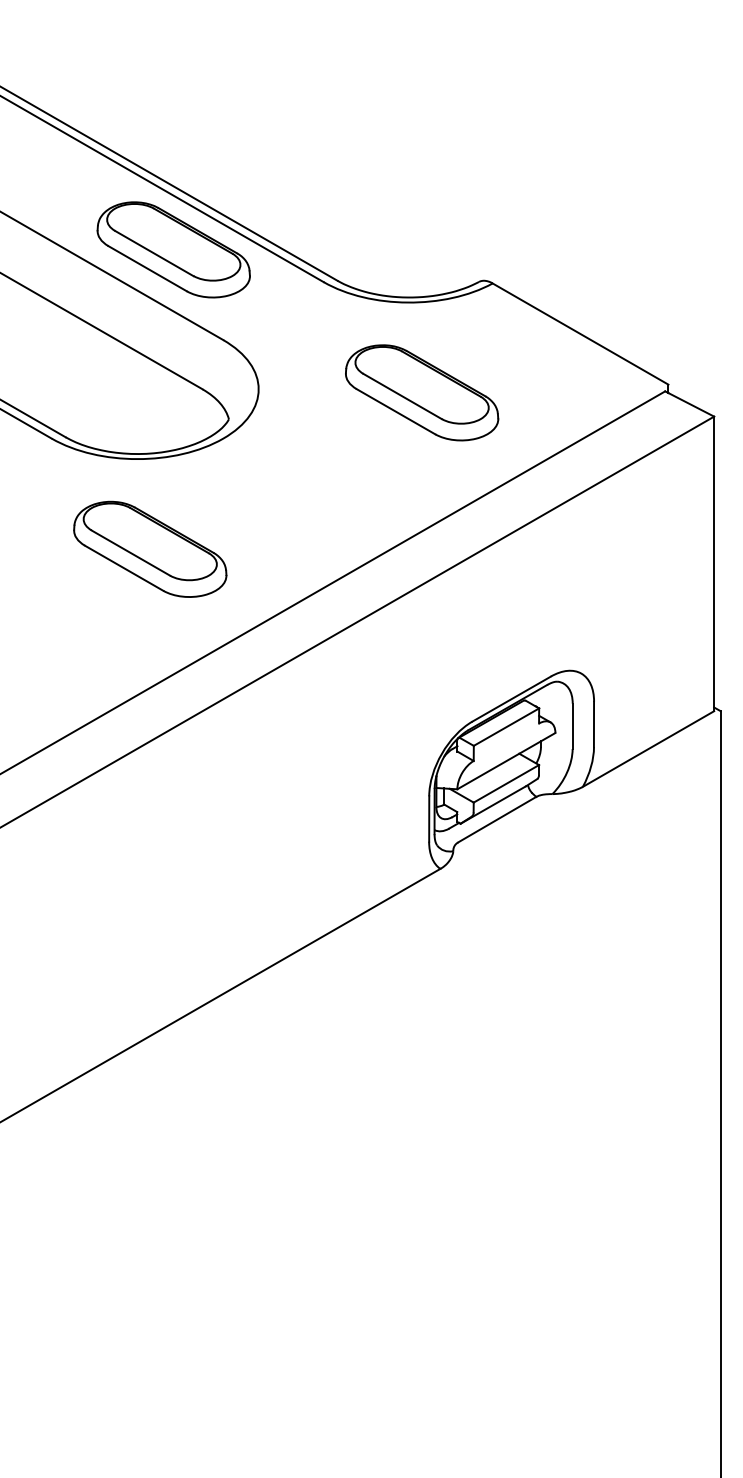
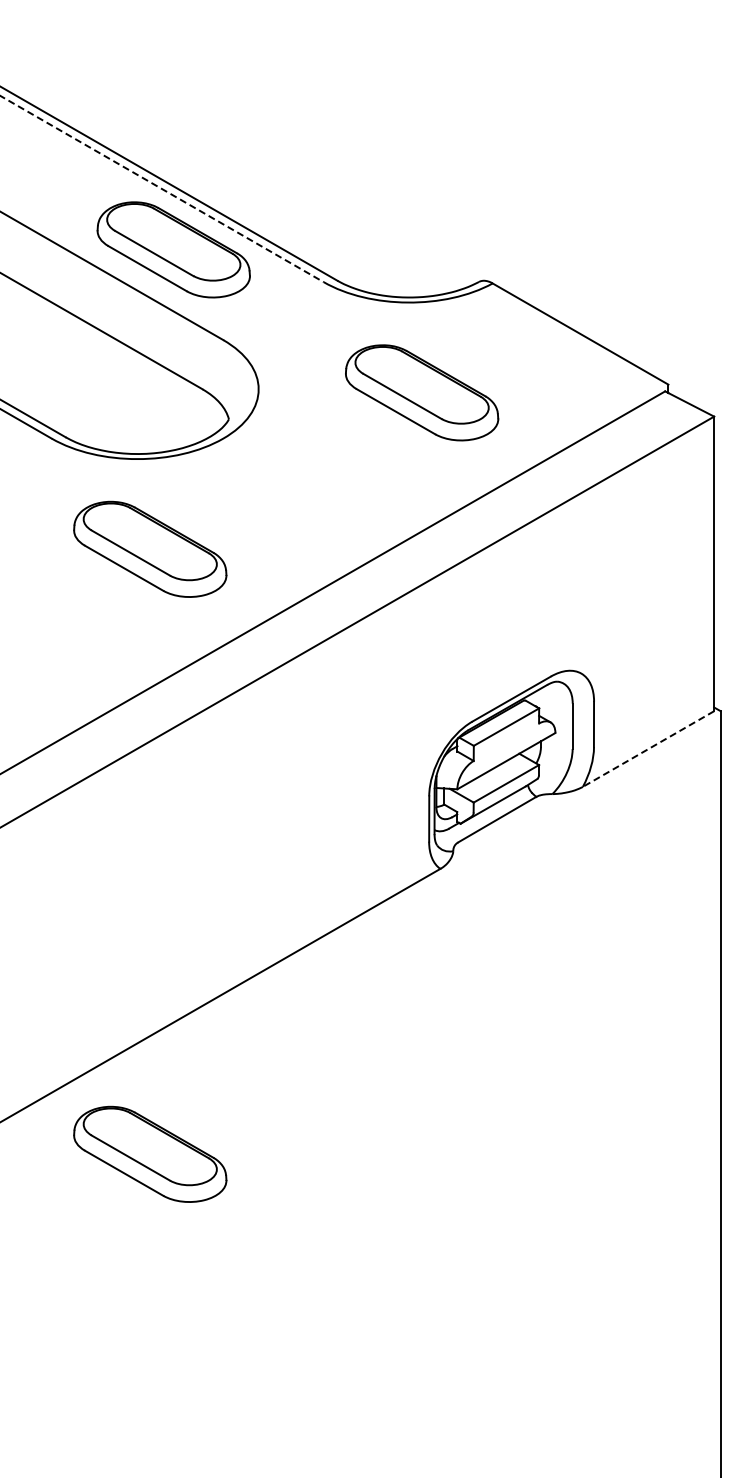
line at (162, 189): solid -> dashed
line at (648, 749): solid -> dashed
part at (150, 1153): none -> present
